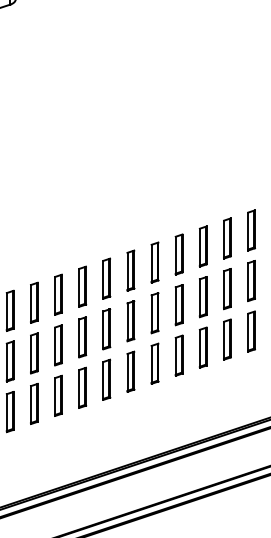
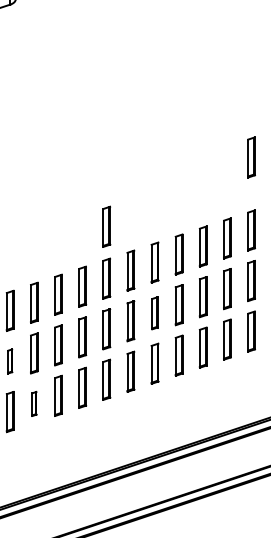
part at (251, 157): none -> present
part at (106, 226): none -> present
part at (154, 313) size: 10x43 px -> 8x35 px
part at (9, 361) size: 10x43 px -> 7x27 px
part at (34, 403) size: 9x42 px -> 7x26 px
